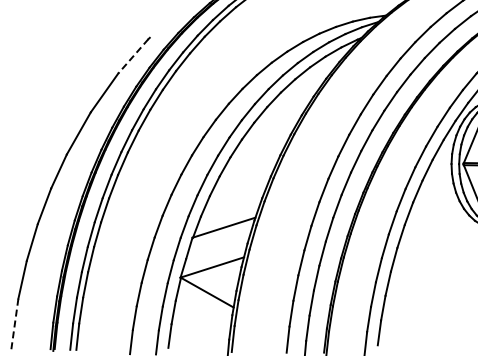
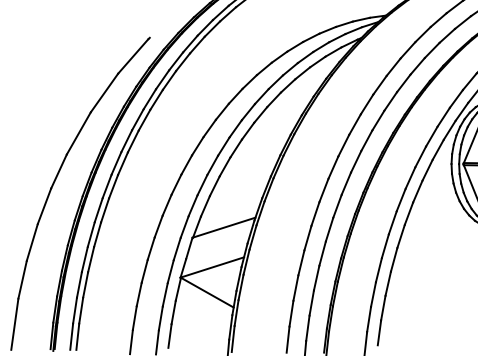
line at (133, 56): dashed -> solid
line at (14, 324): dashed -> solid
